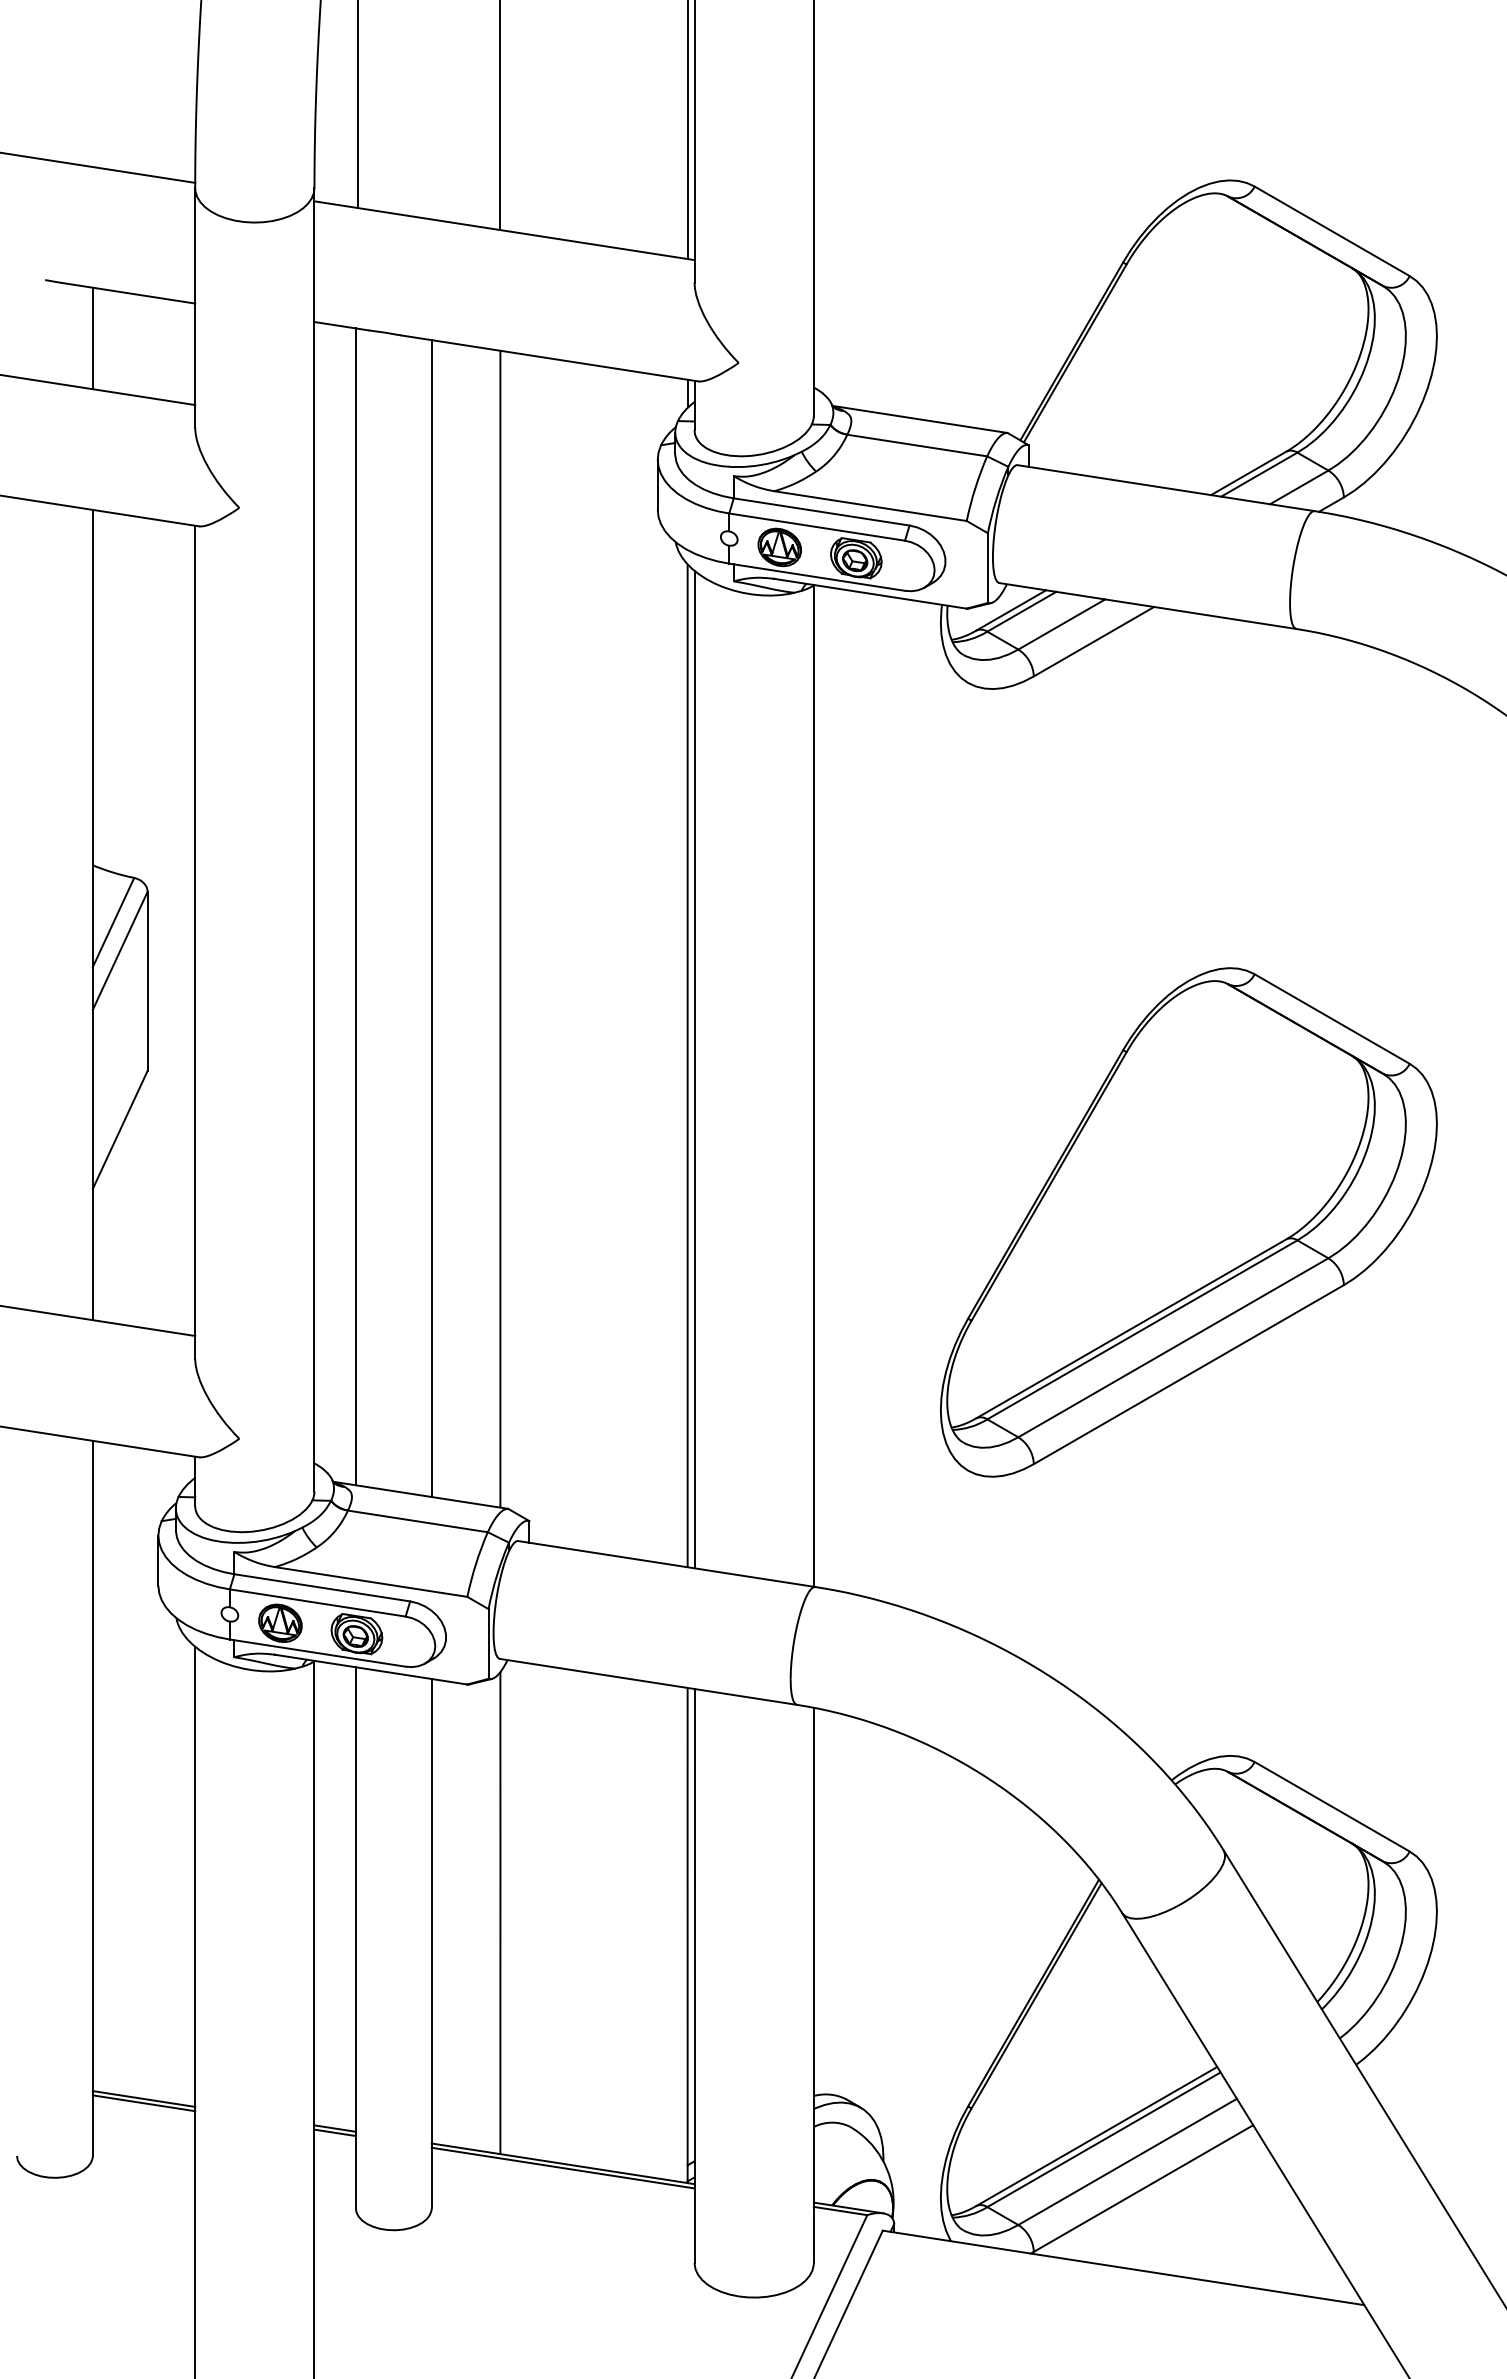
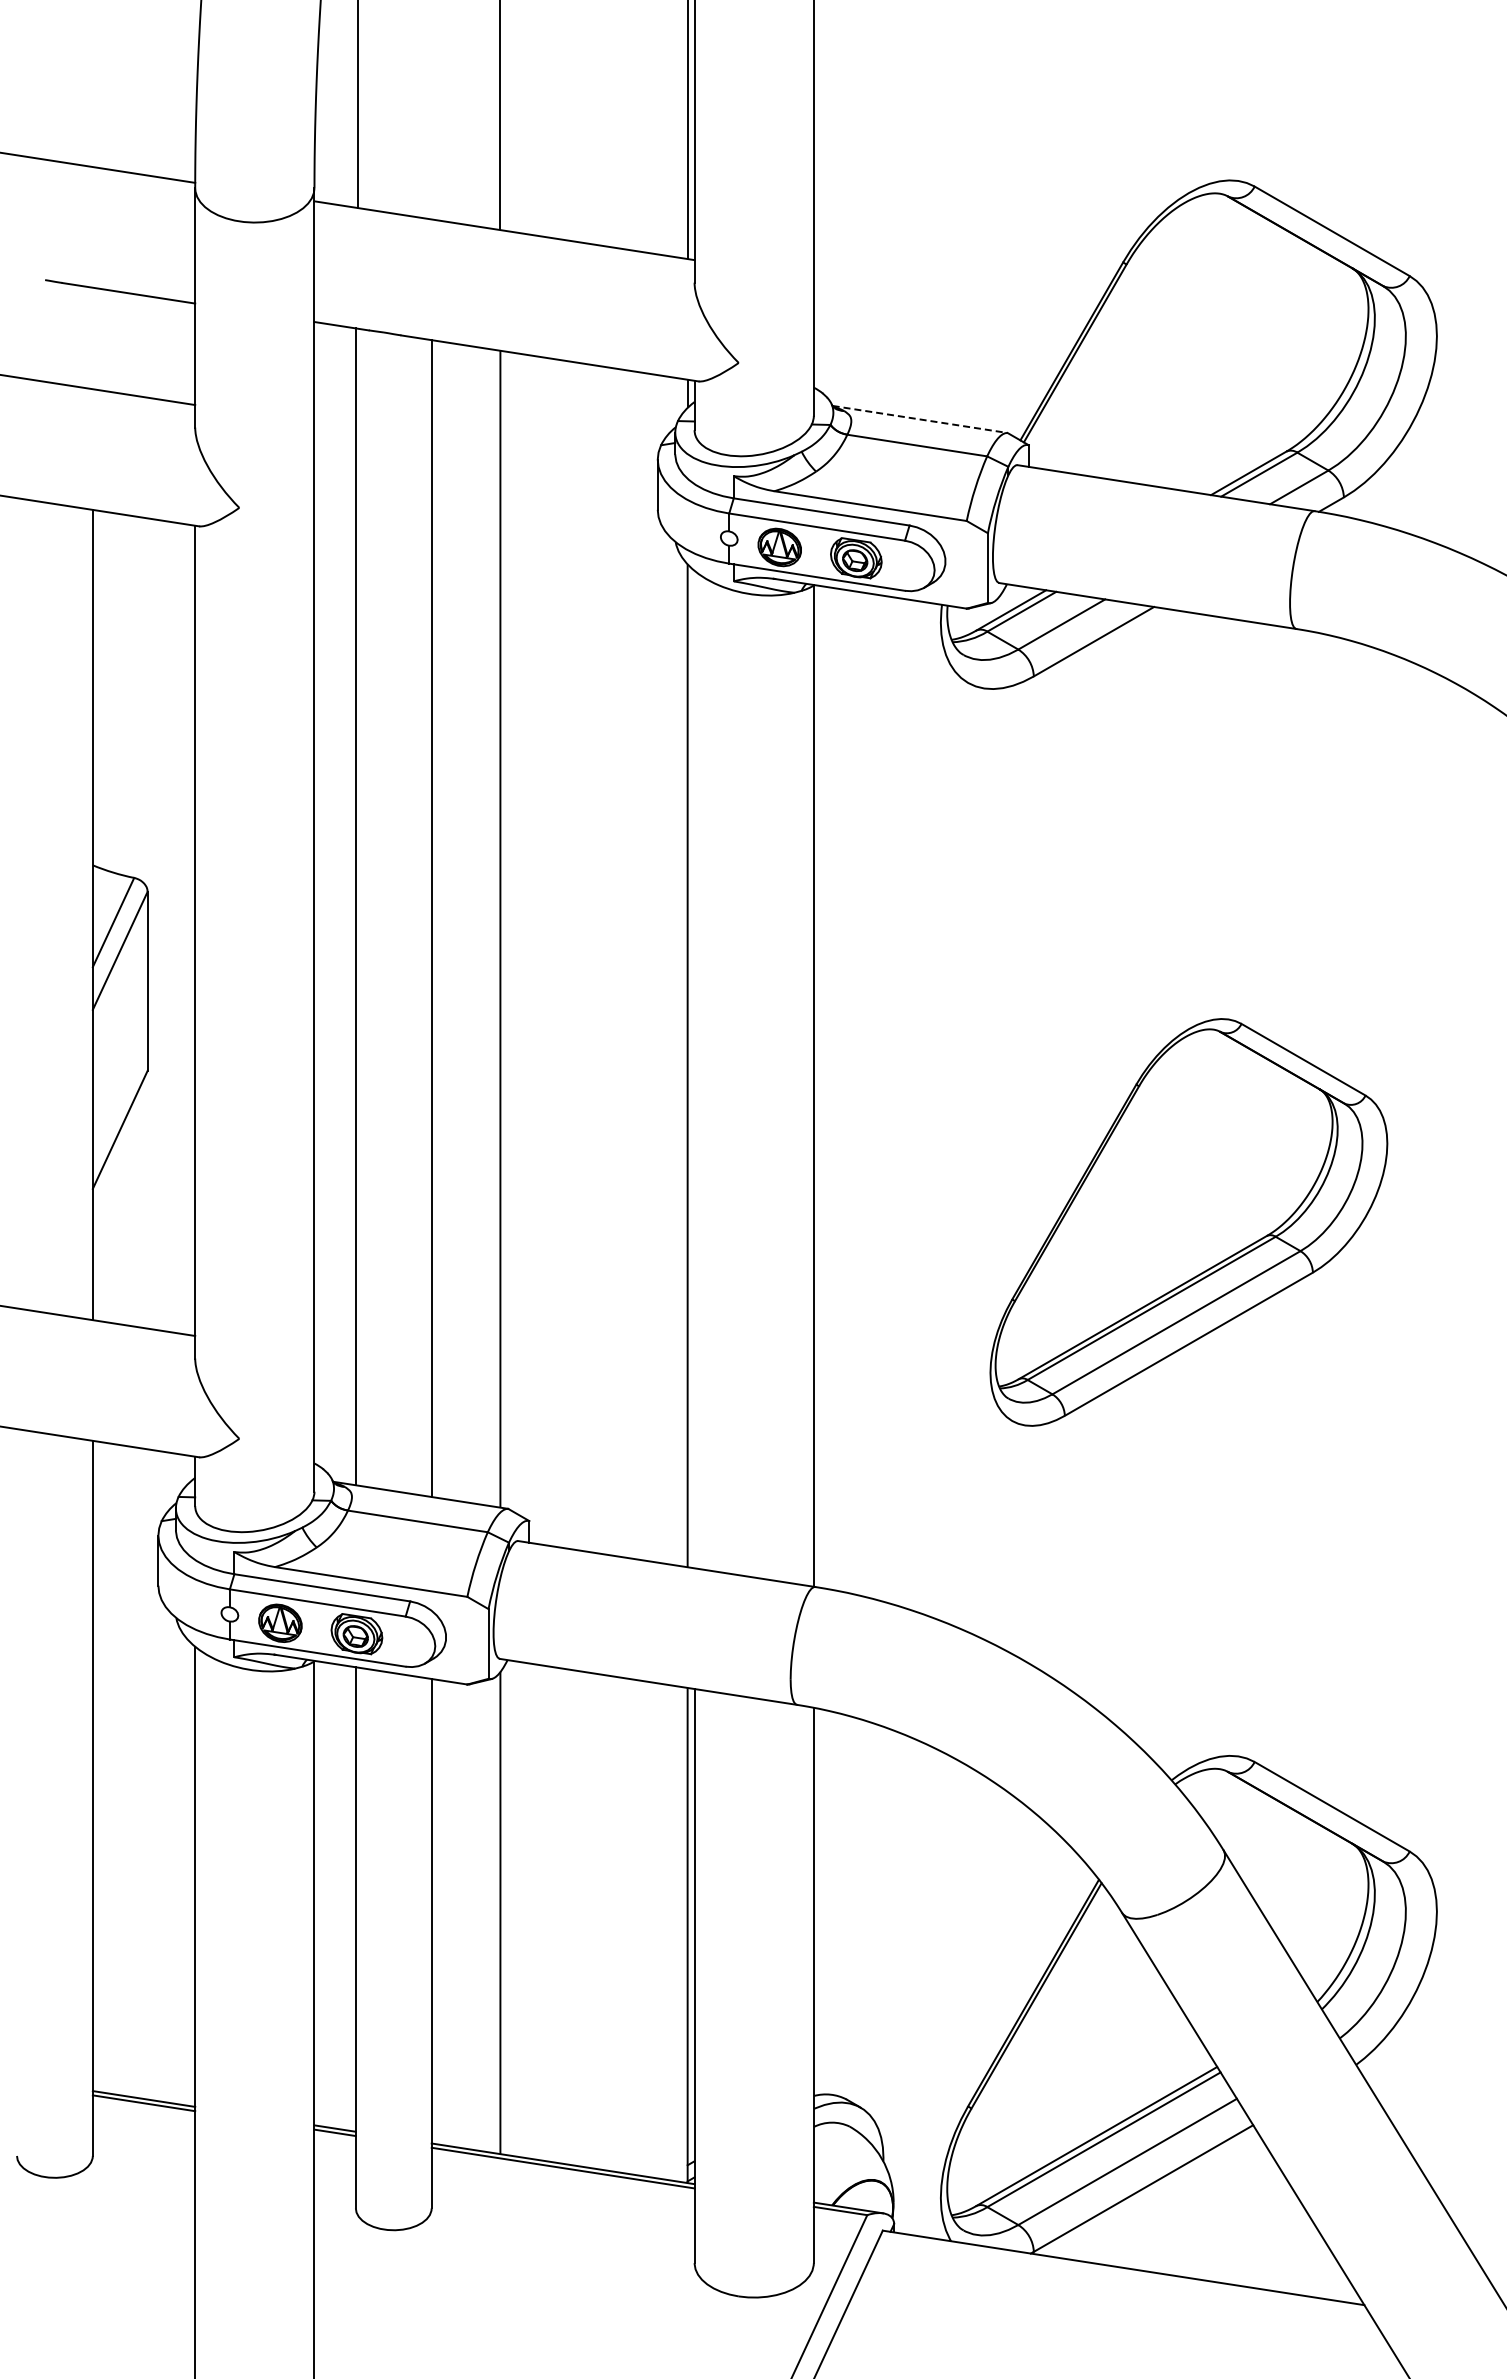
line at (92, 338): present -> none
line at (920, 419): solid -> dashed
line at (694, 1069): present -> none
part at (1188, 1222) size: 498x511 px -> 400x409 px
